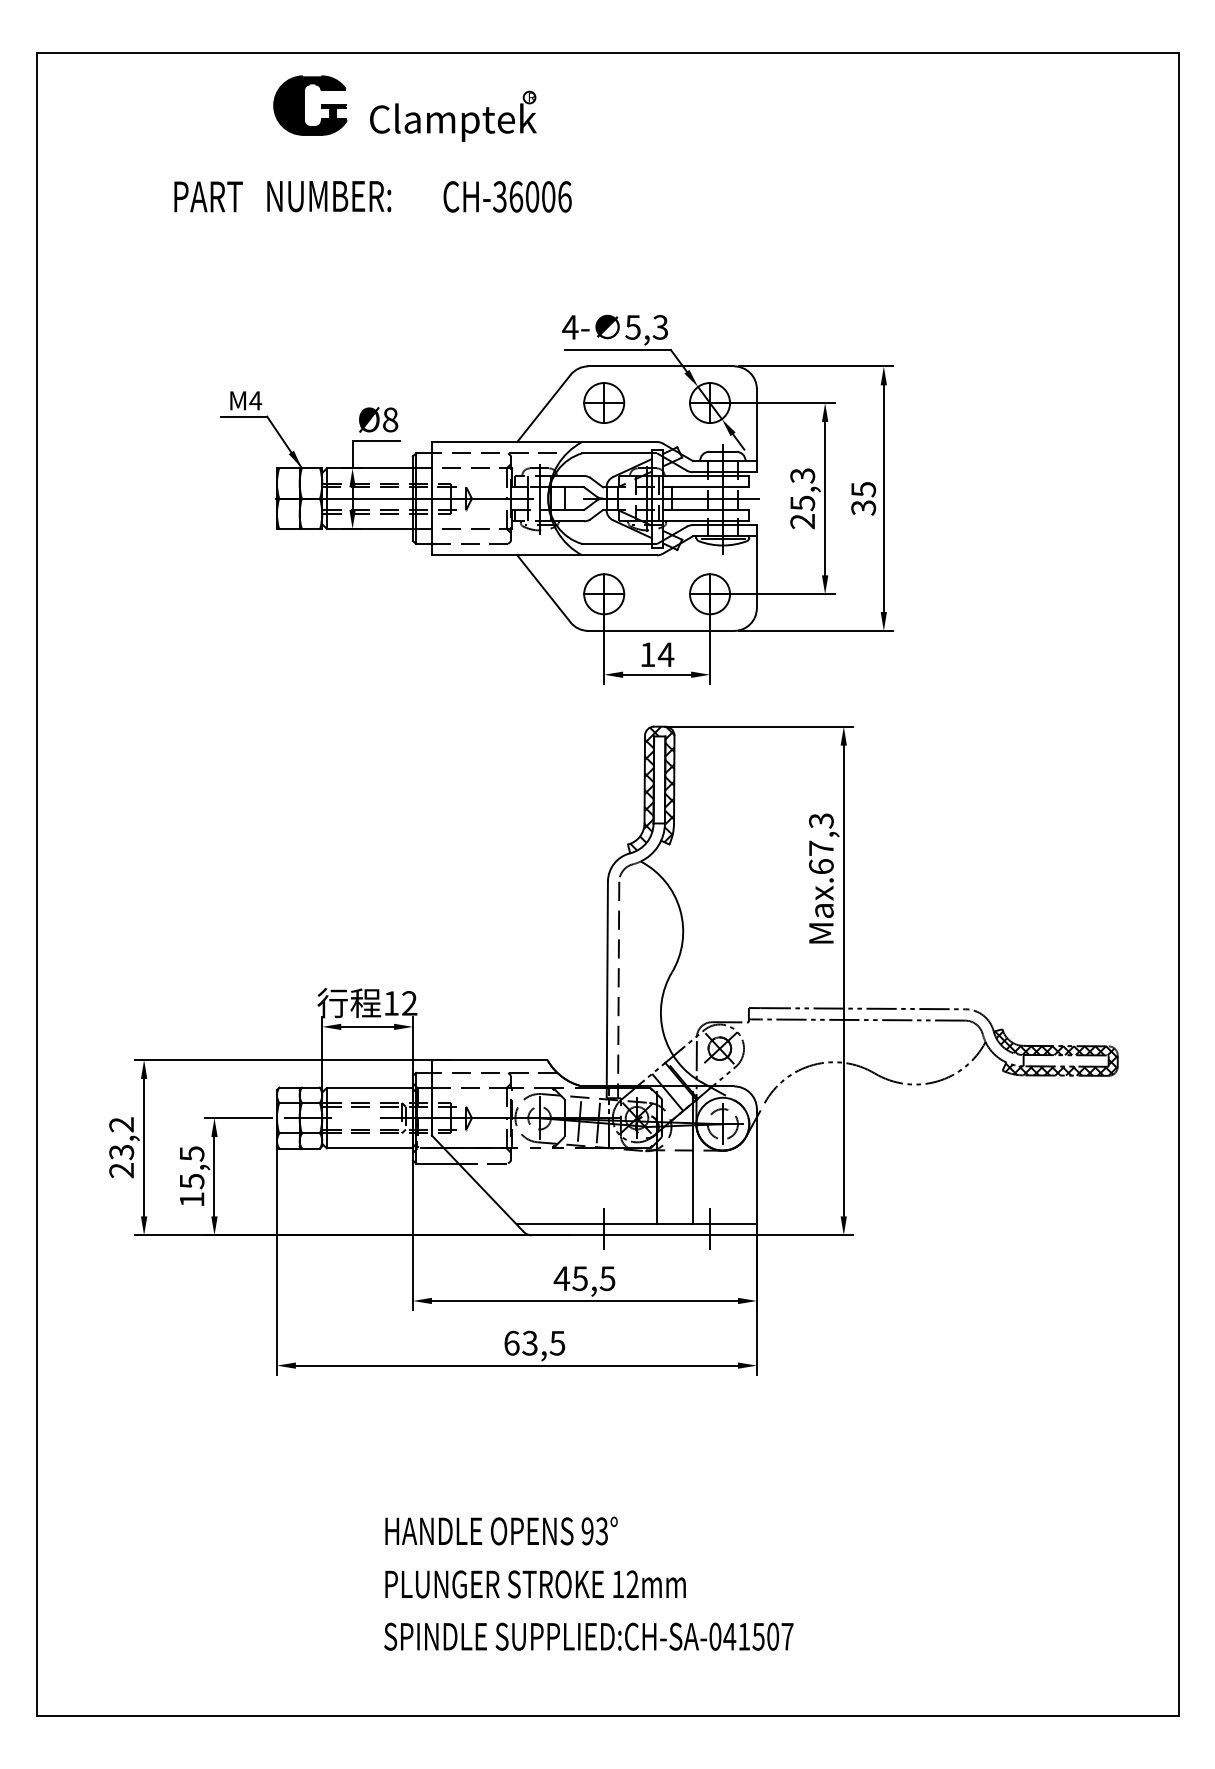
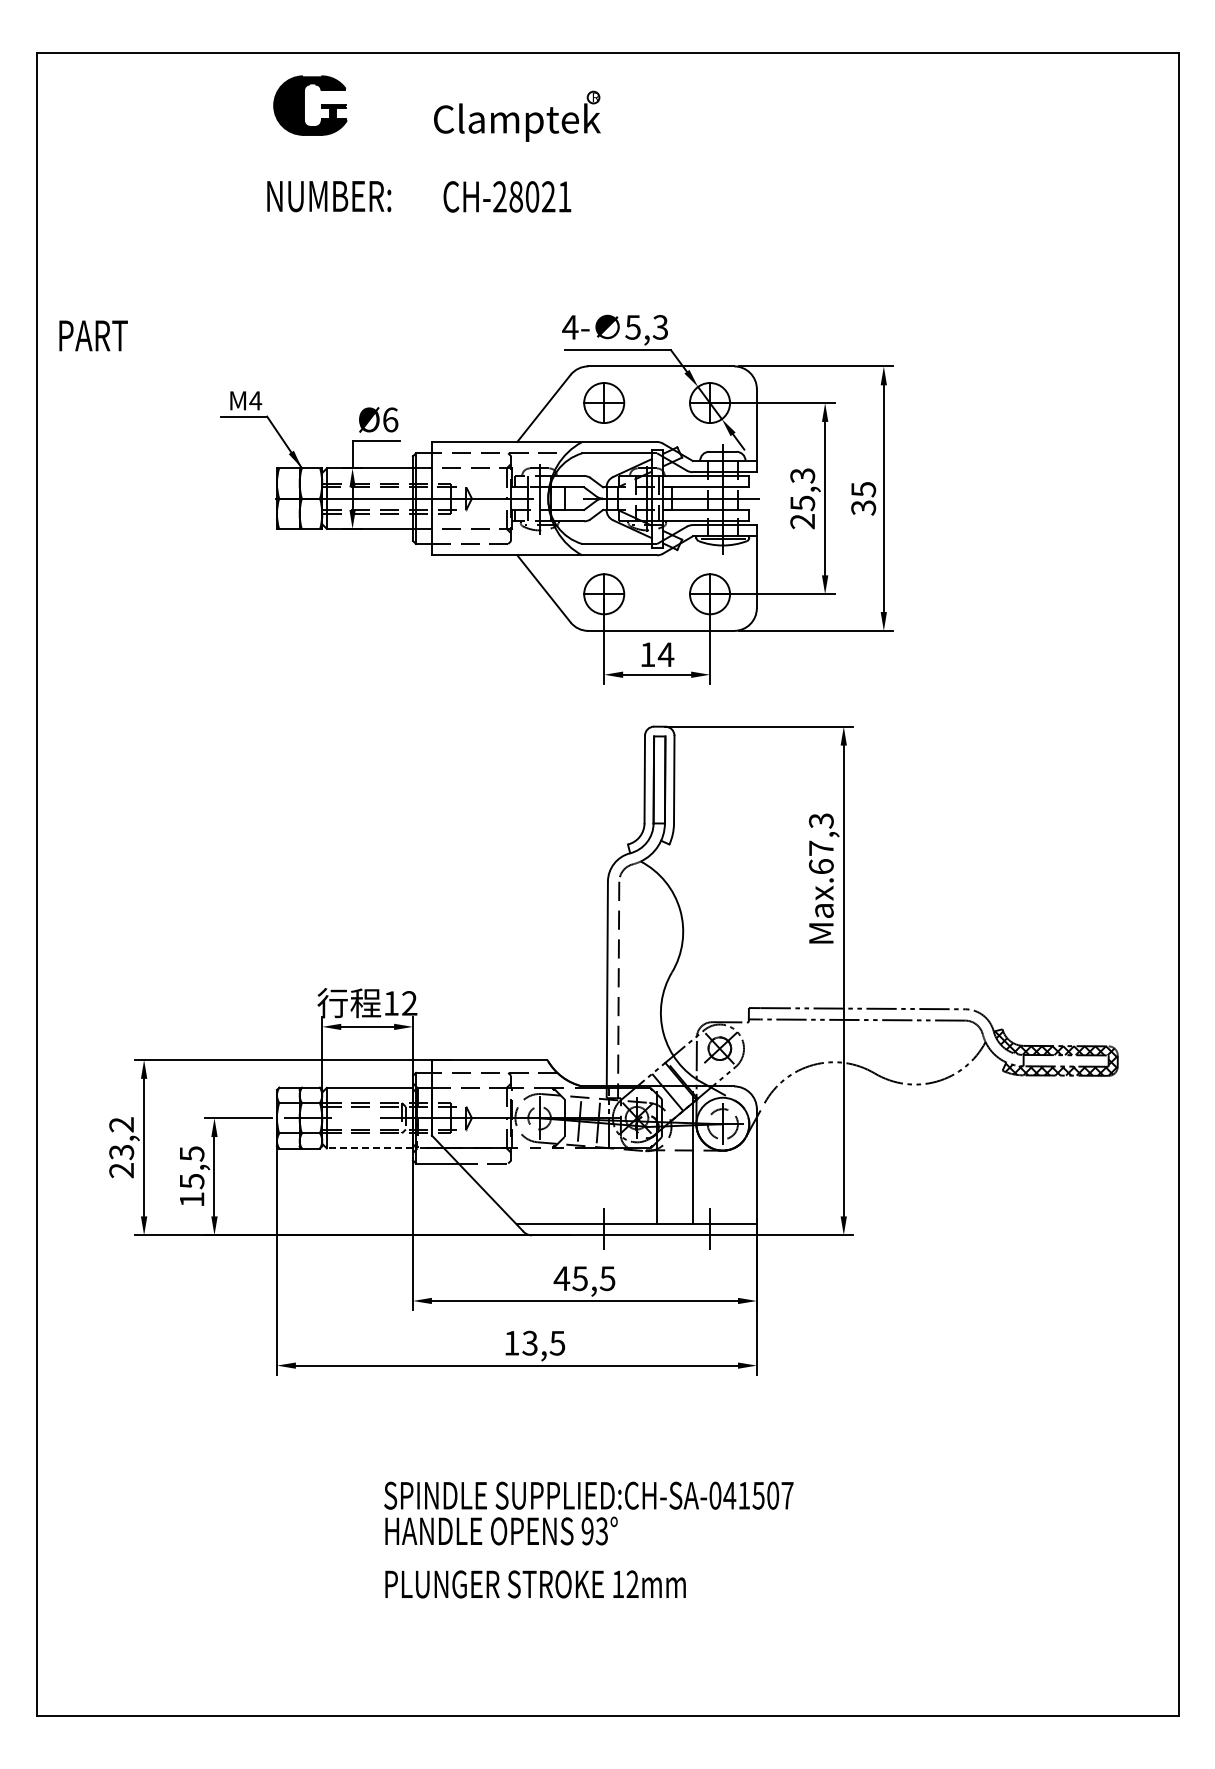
part at (453, 115) position: (453, 115) -> (517, 115)
text at (208, 196) position: (208, 196) -> (93, 335)
text at (532, 196): CH-36006 -> CH-28021
text at (390, 419): Ø8 -> Ø6
hatch at (651, 788): present -> none
line at (369, 1148): solid -> dashed
text at (511, 1342): 63,5 -> 13,5
text at (588, 1636) position: (588, 1636) -> (588, 1495)
